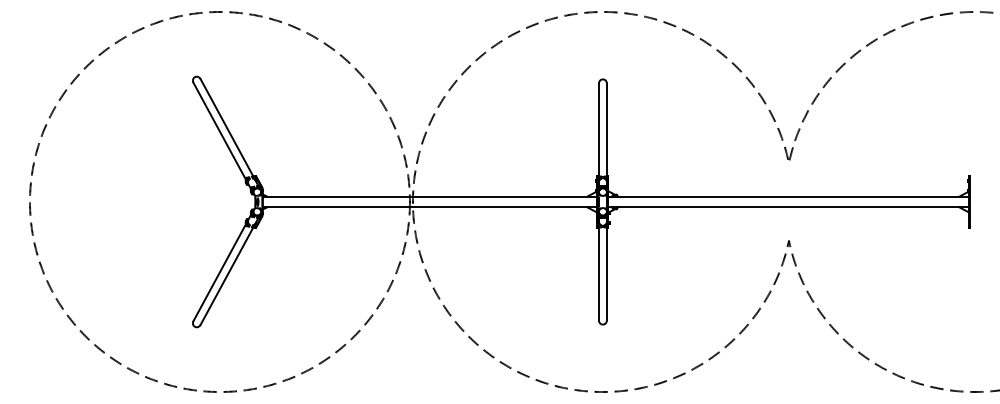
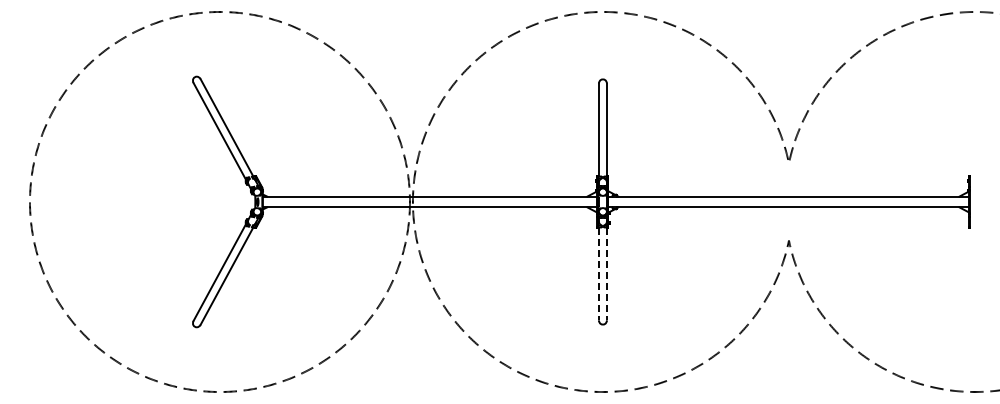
line at (598, 274): solid -> dashed
line at (606, 274): solid -> dashed
